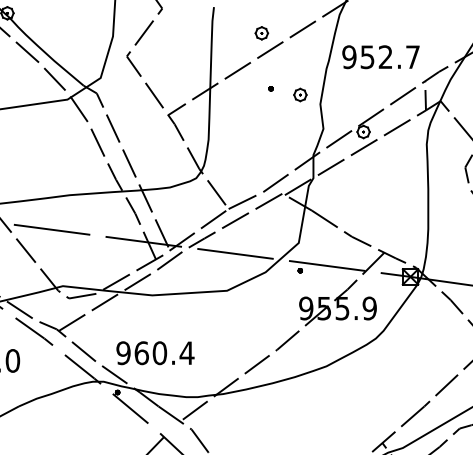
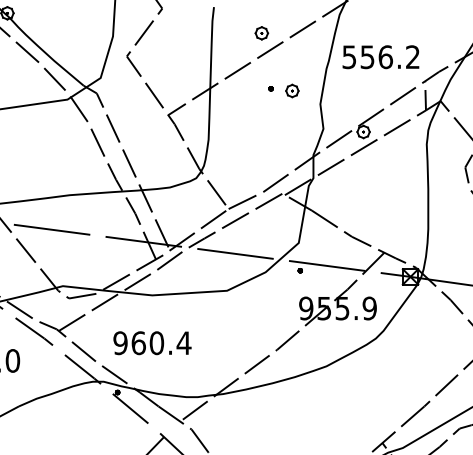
text at (380, 57): 952.7 -> 556.2
part at (300, 94) position: (300, 94) -> (292, 90)
text at (155, 353) position: (155, 353) -> (152, 343)
